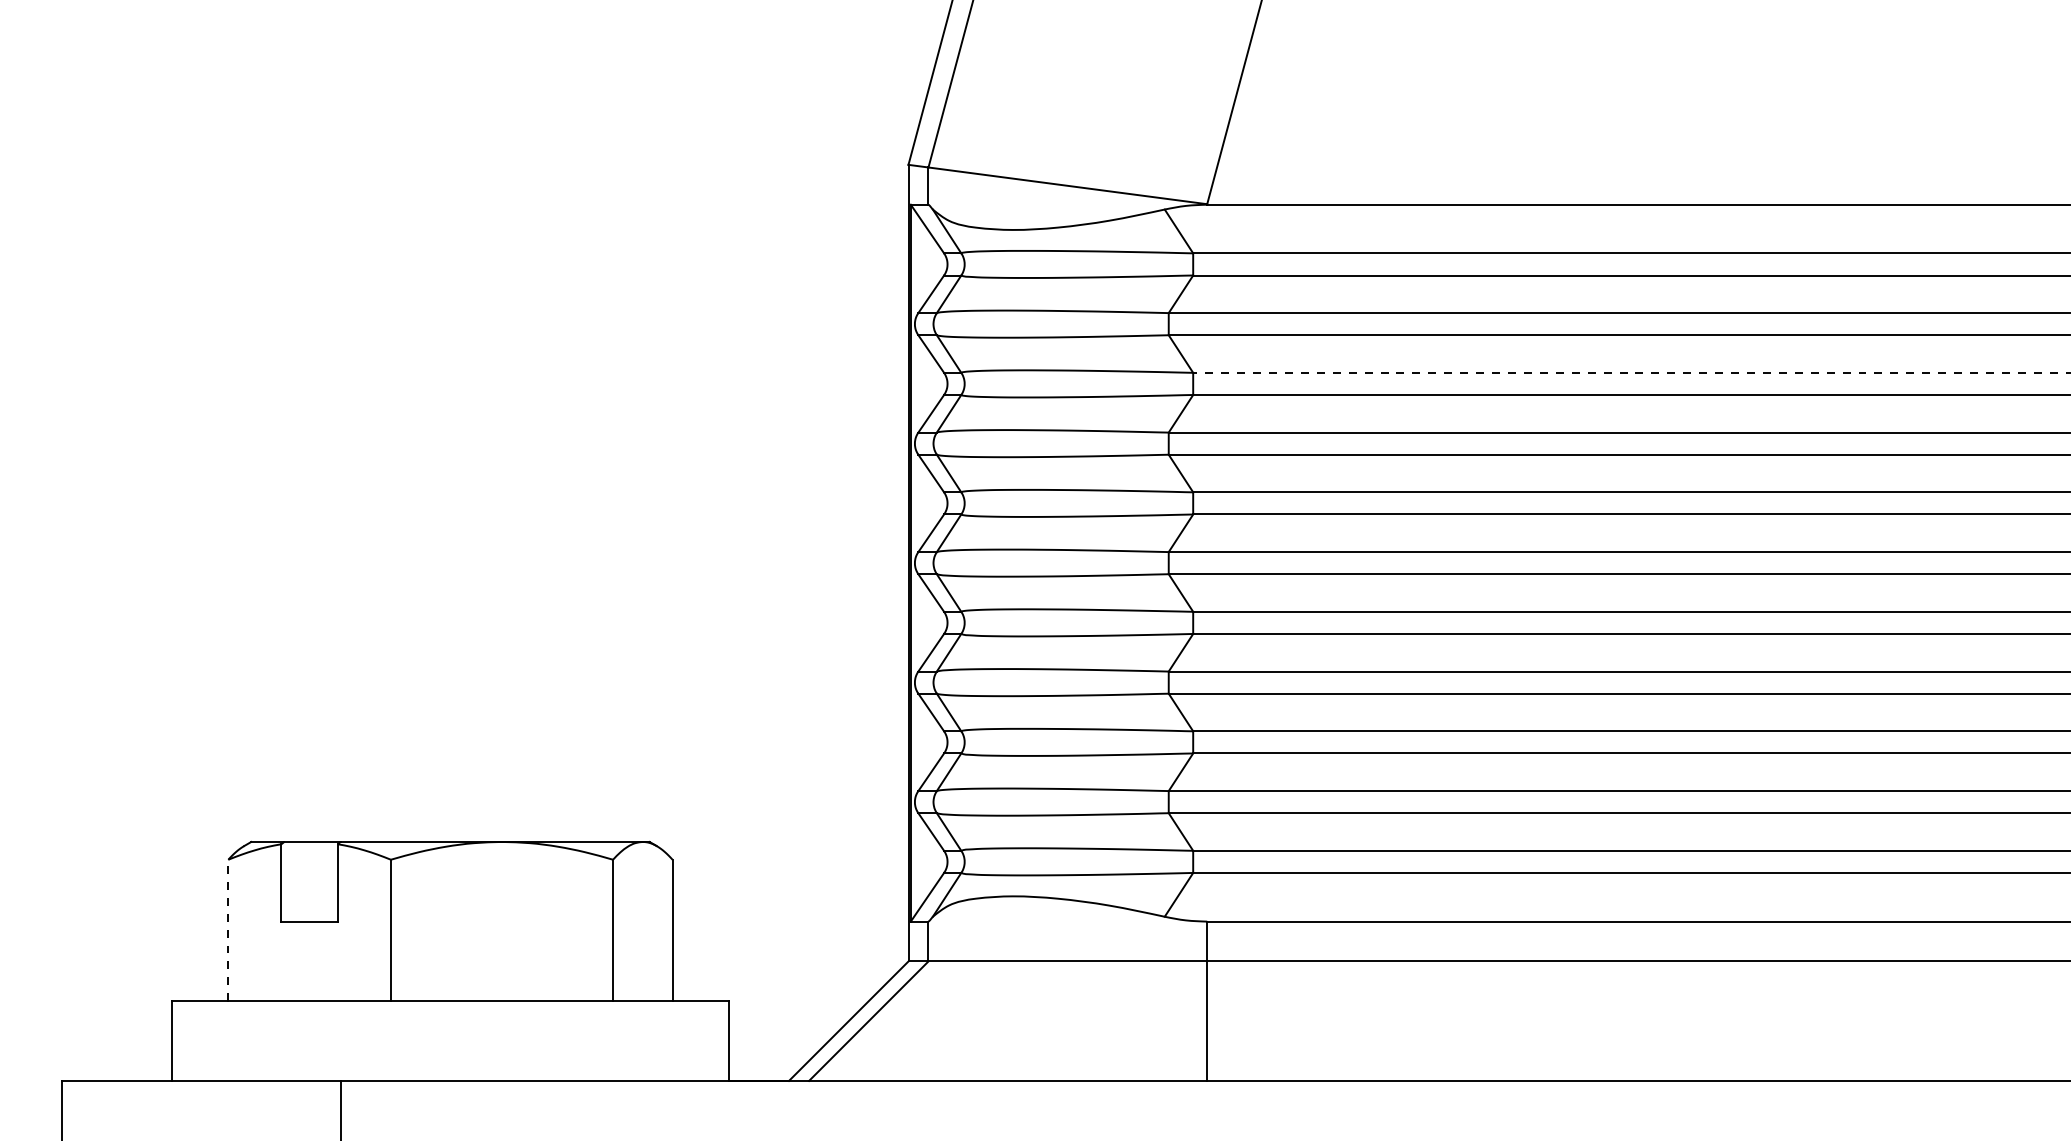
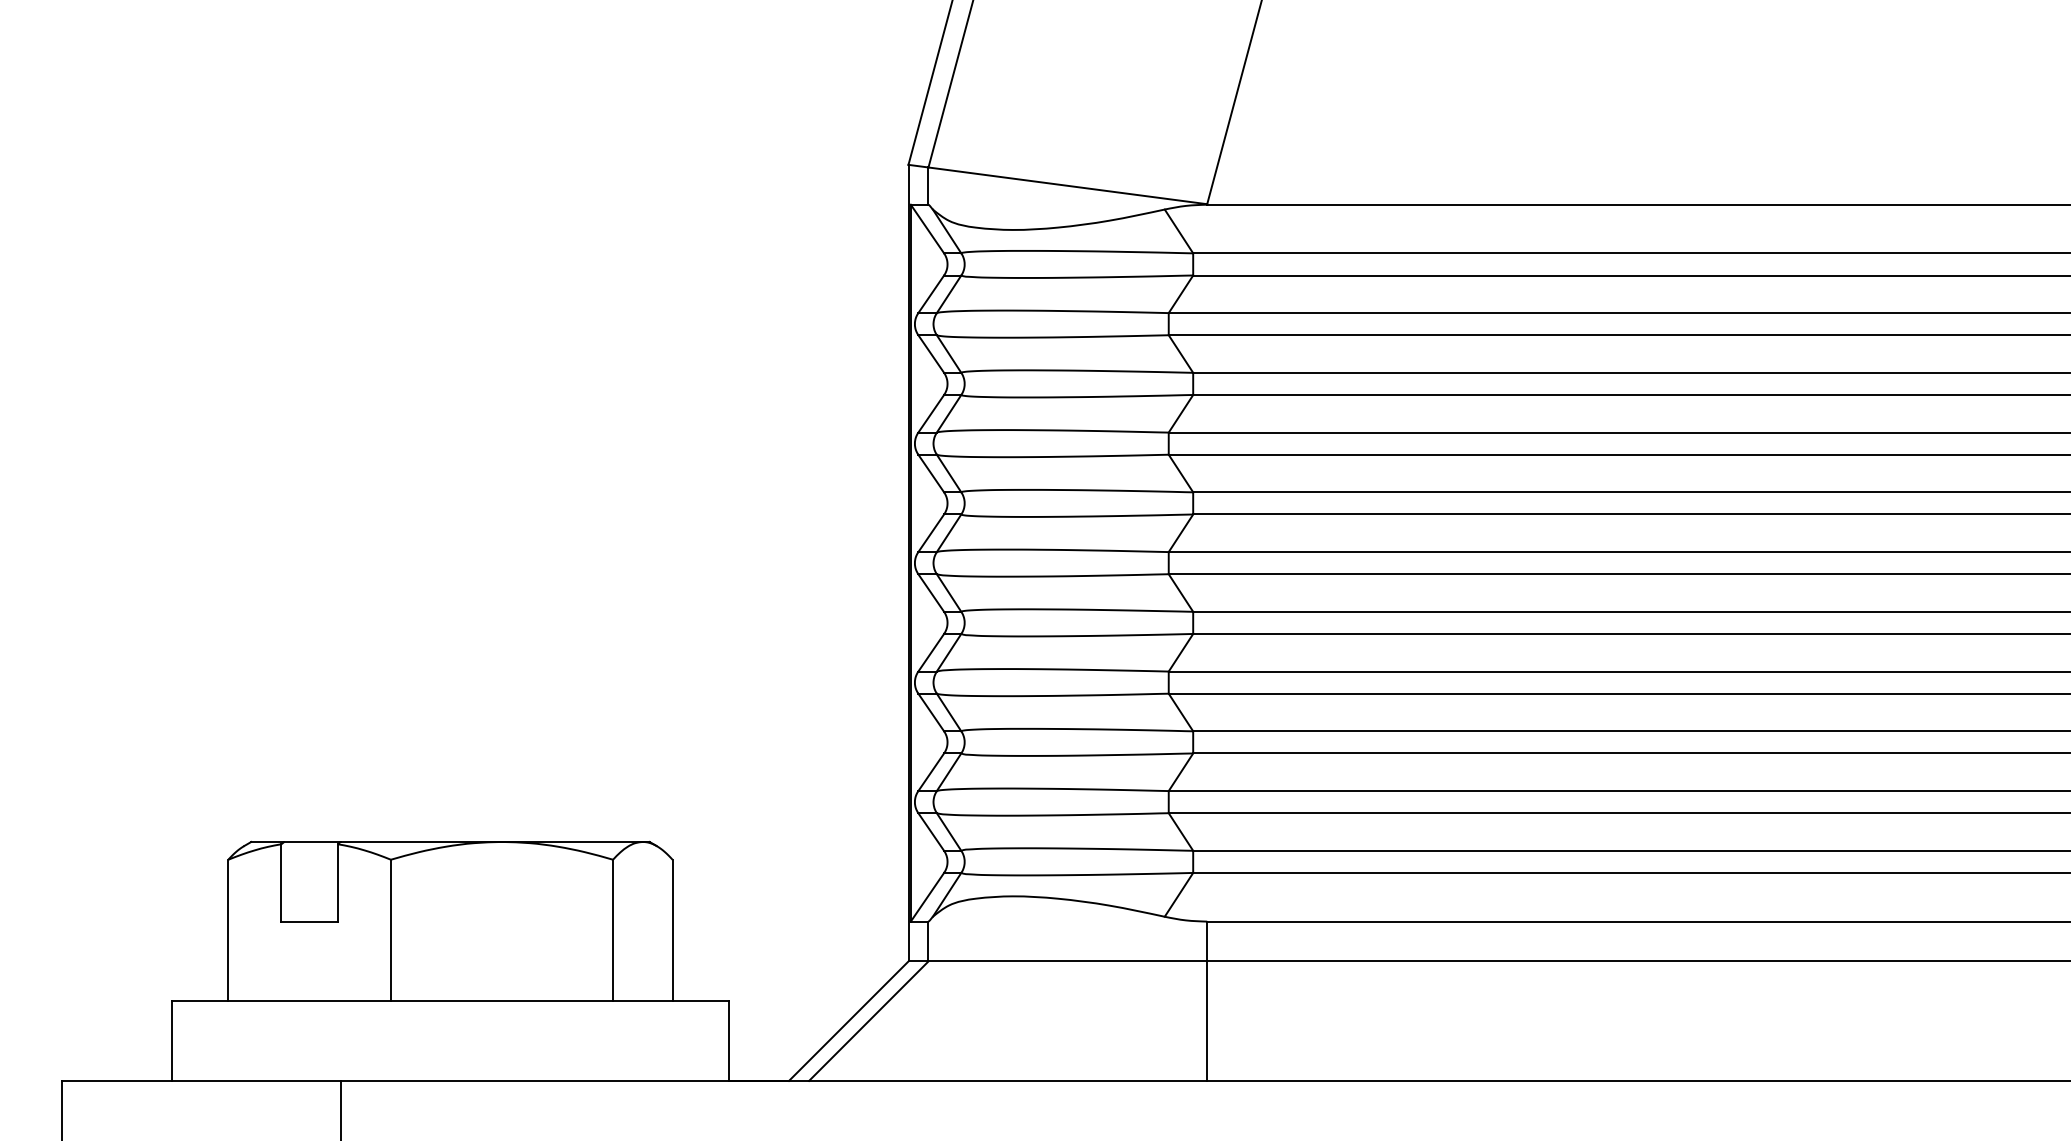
line at (1631, 372): dashed -> solid
line at (228, 930): dashed -> solid
